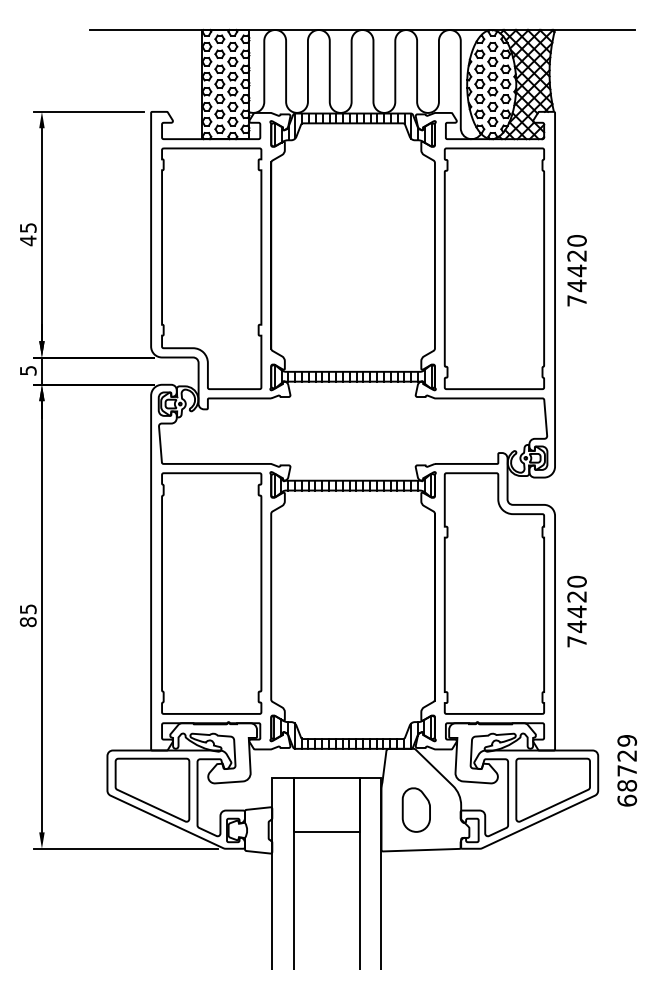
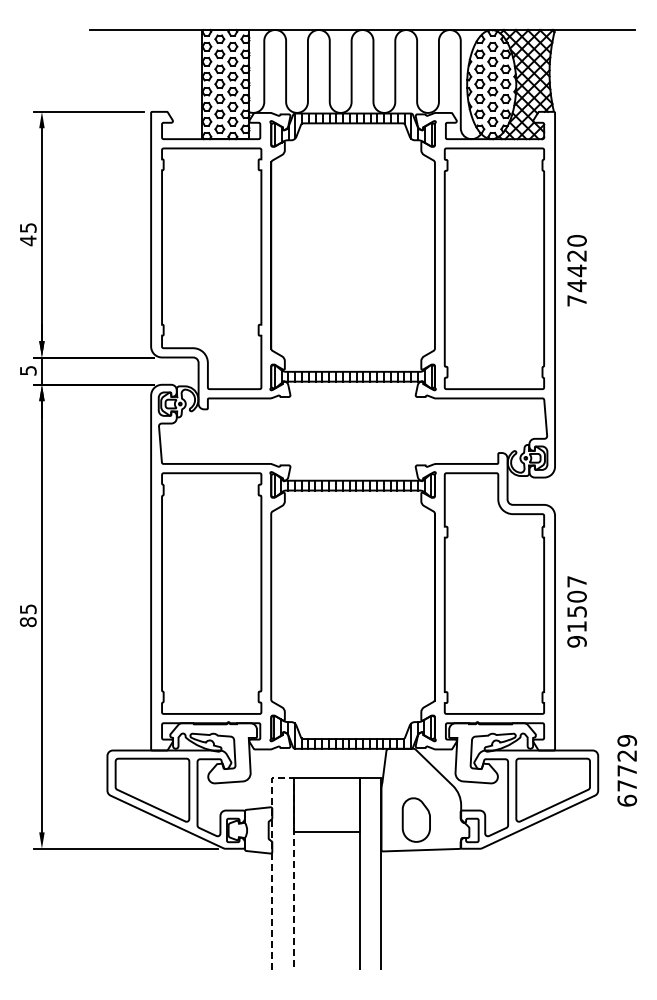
text at (576, 611): 74420 -> 91507
line at (283, 777): solid -> dashed
text at (627, 785): 68729 -> 67729
part at (415, 809) position: (415, 809) -> (415, 819)
